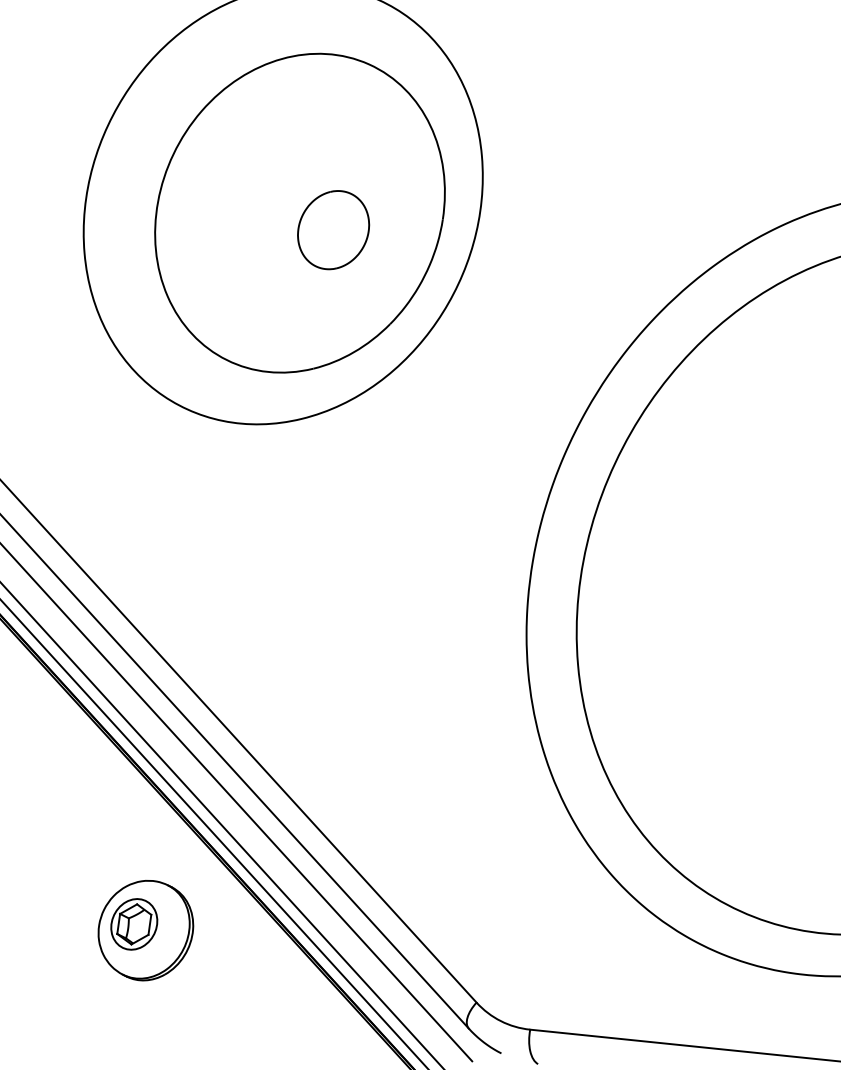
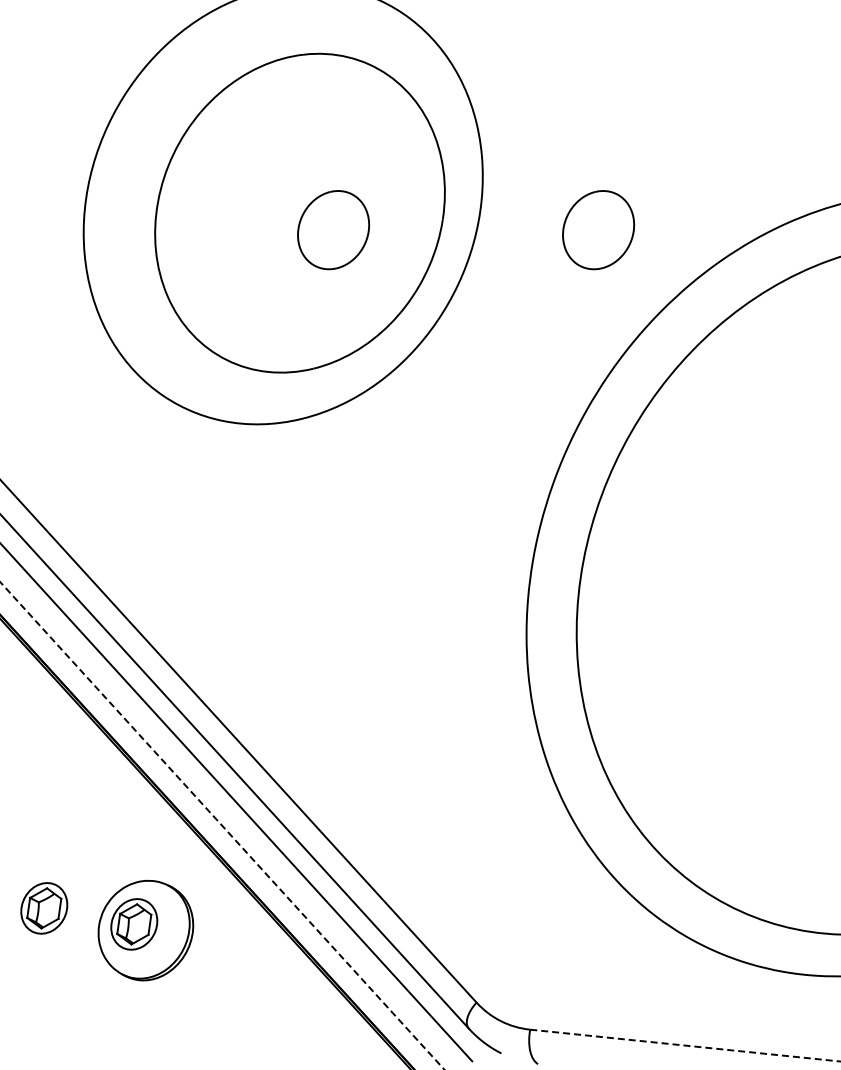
part at (598, 230): none -> present
line at (222, 825): solid -> dashed
line at (214, 833): present -> none
part at (44, 908): none -> present
line at (685, 1045): solid -> dashed
